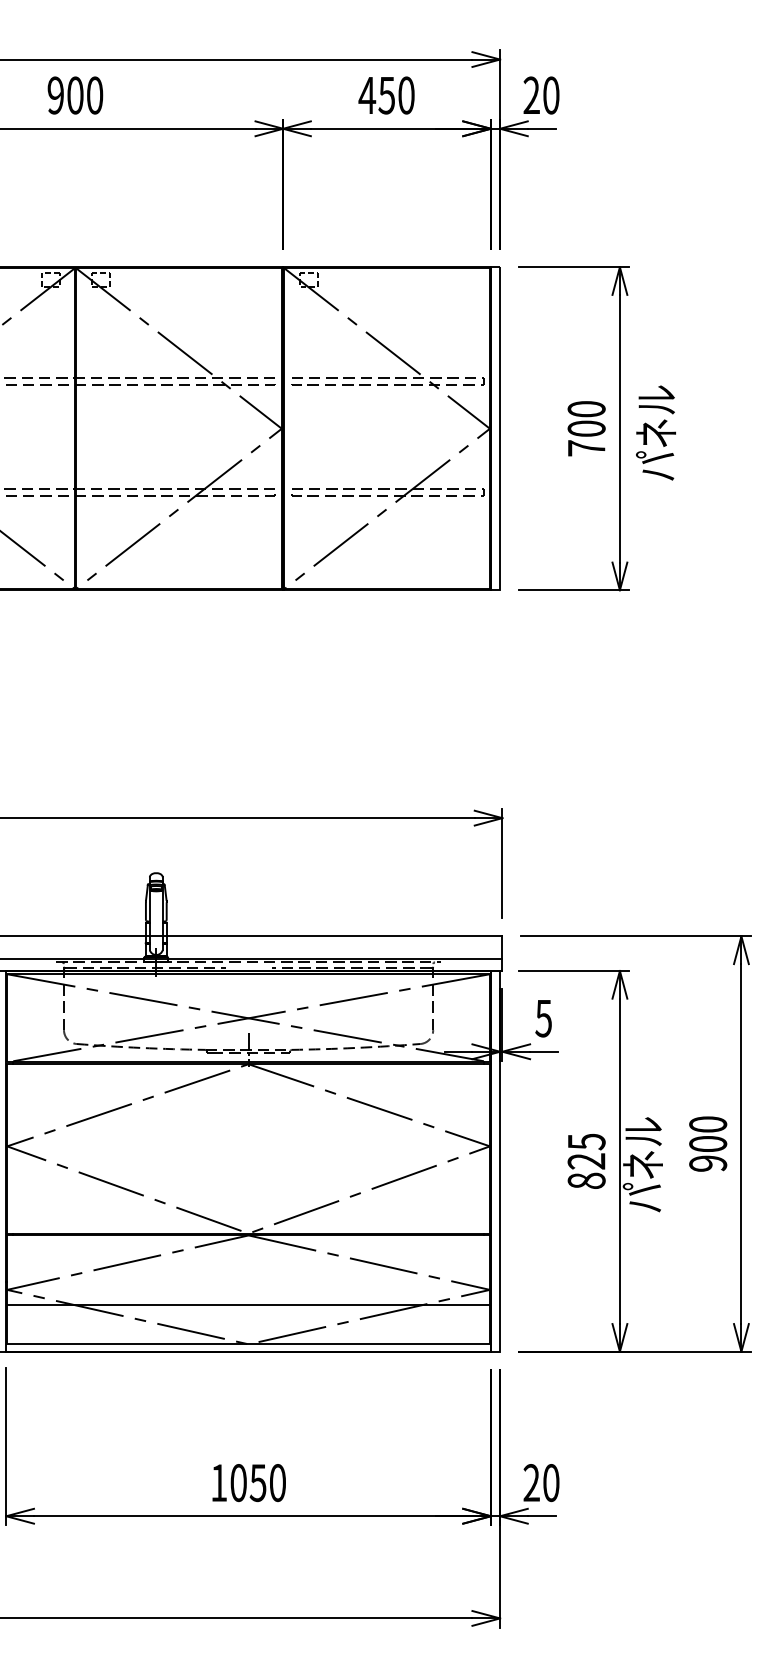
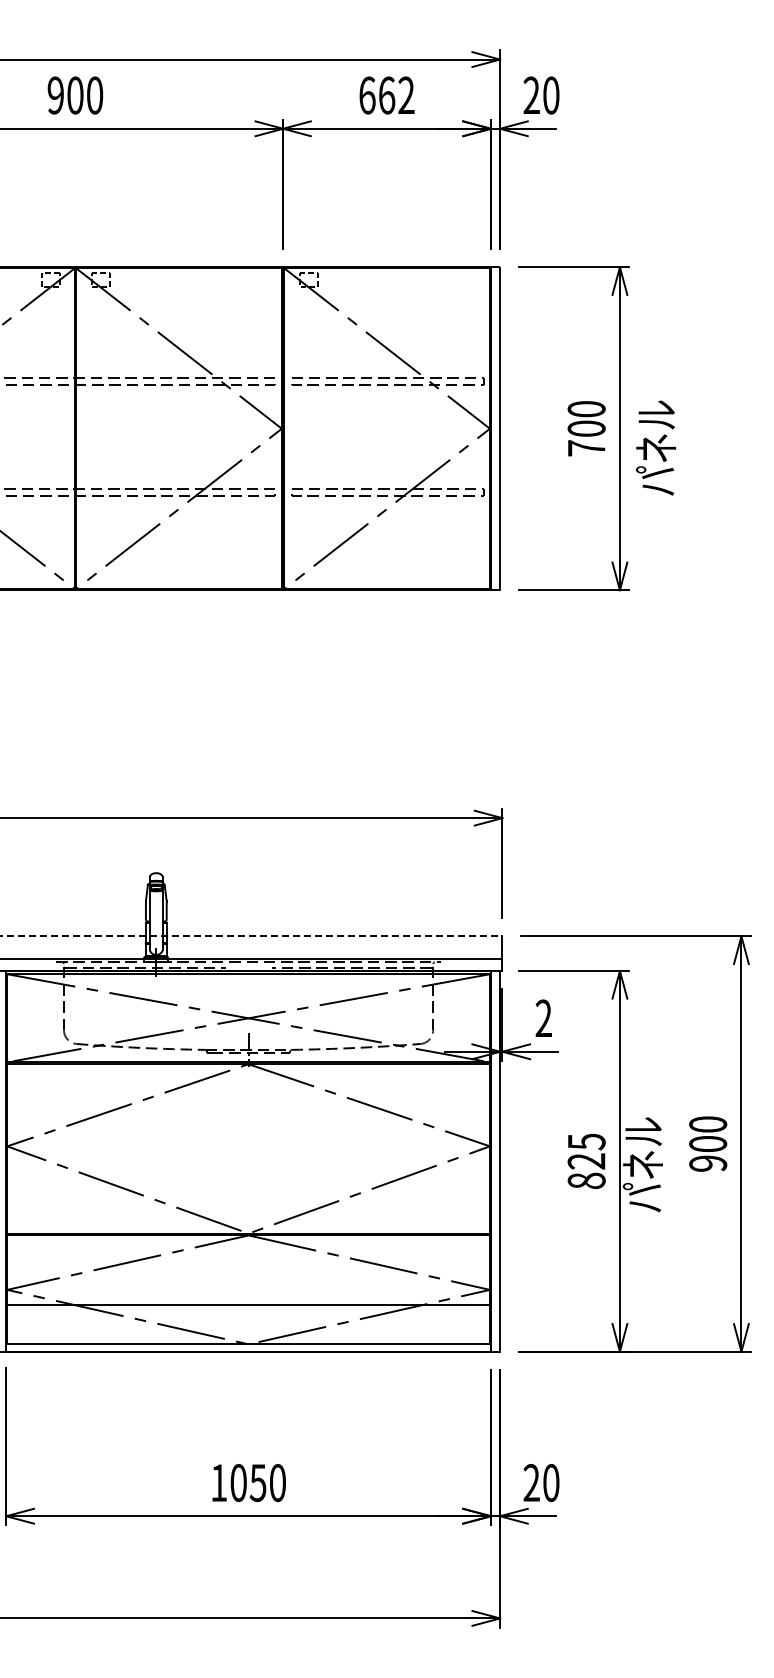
text at (386, 95): 450 -> 662
text at (655, 432) position: (655, 432) -> (655, 447)
line at (251, 936): solid -> dashed
text at (543, 1018): 5 -> 2
